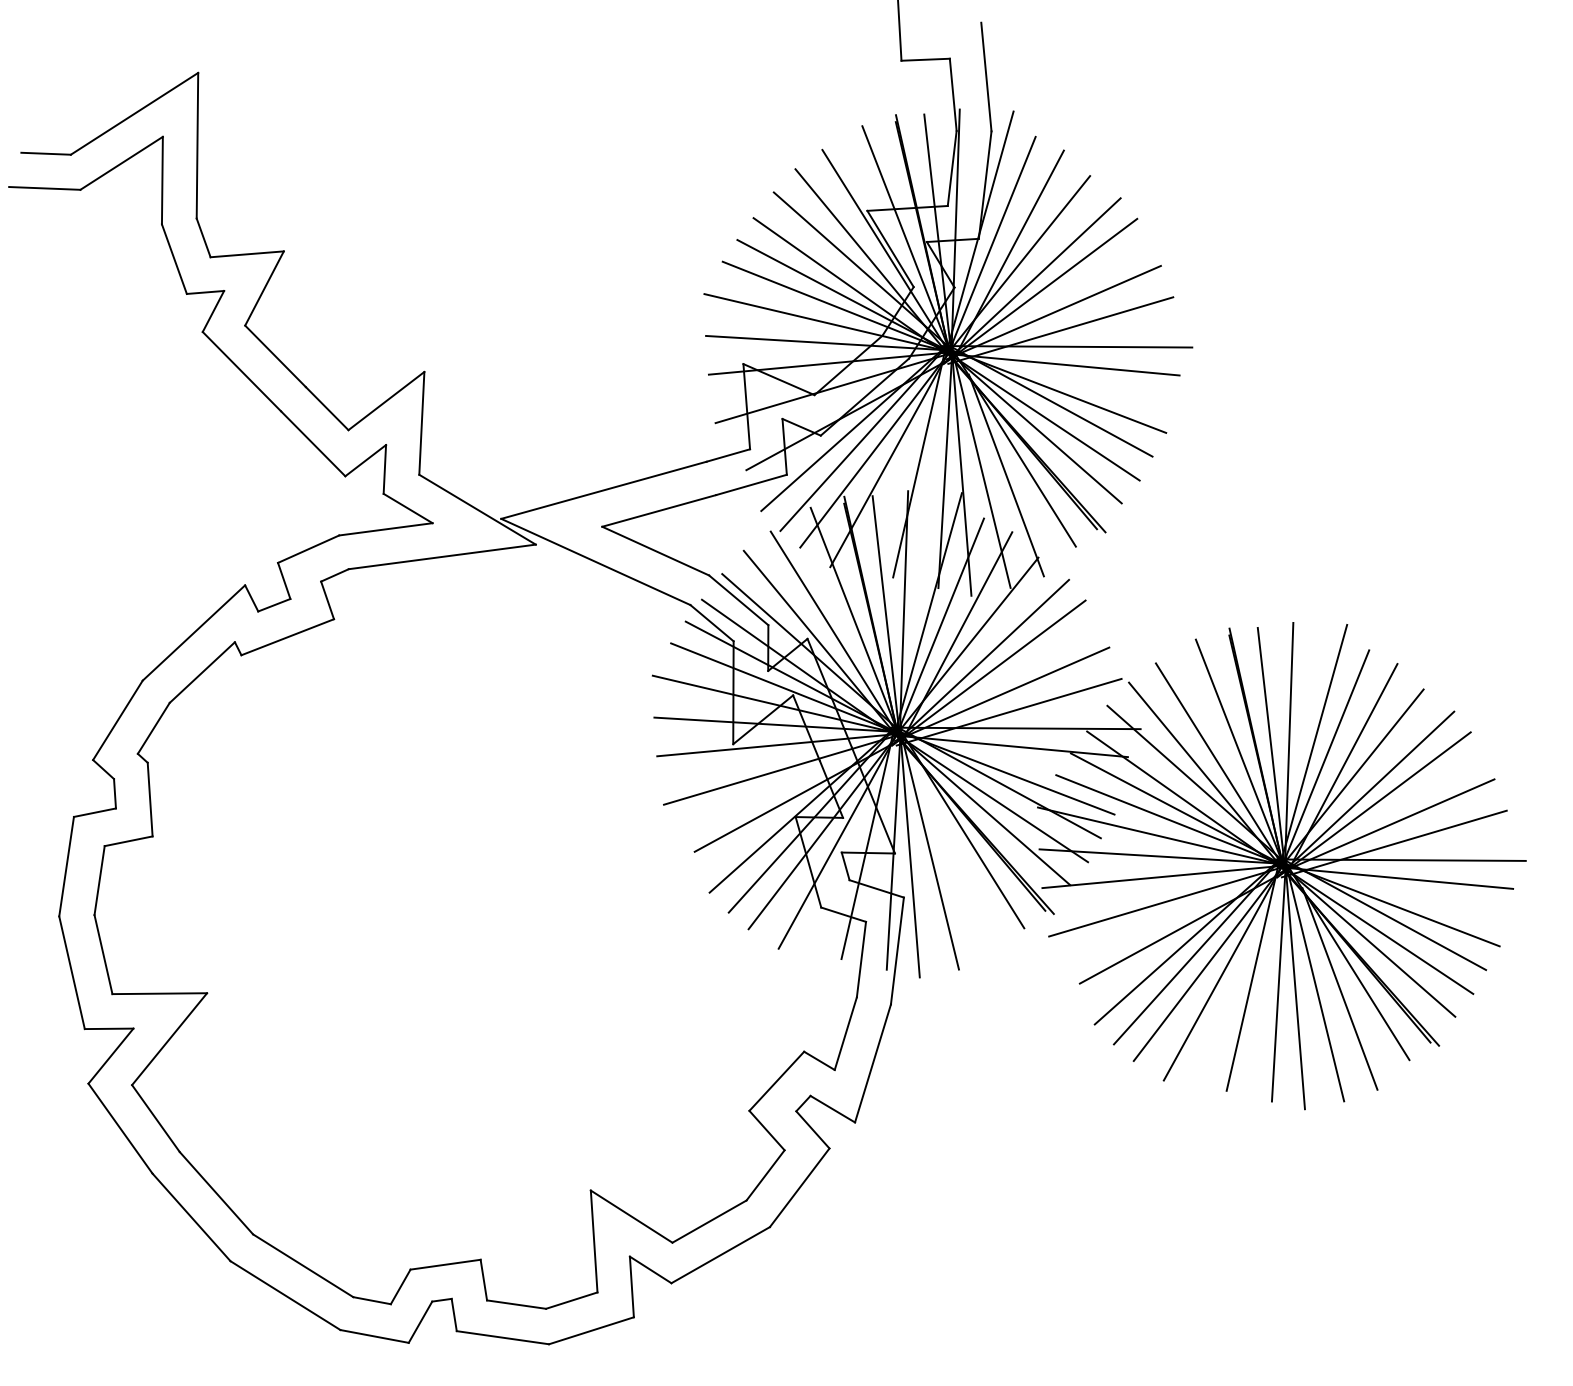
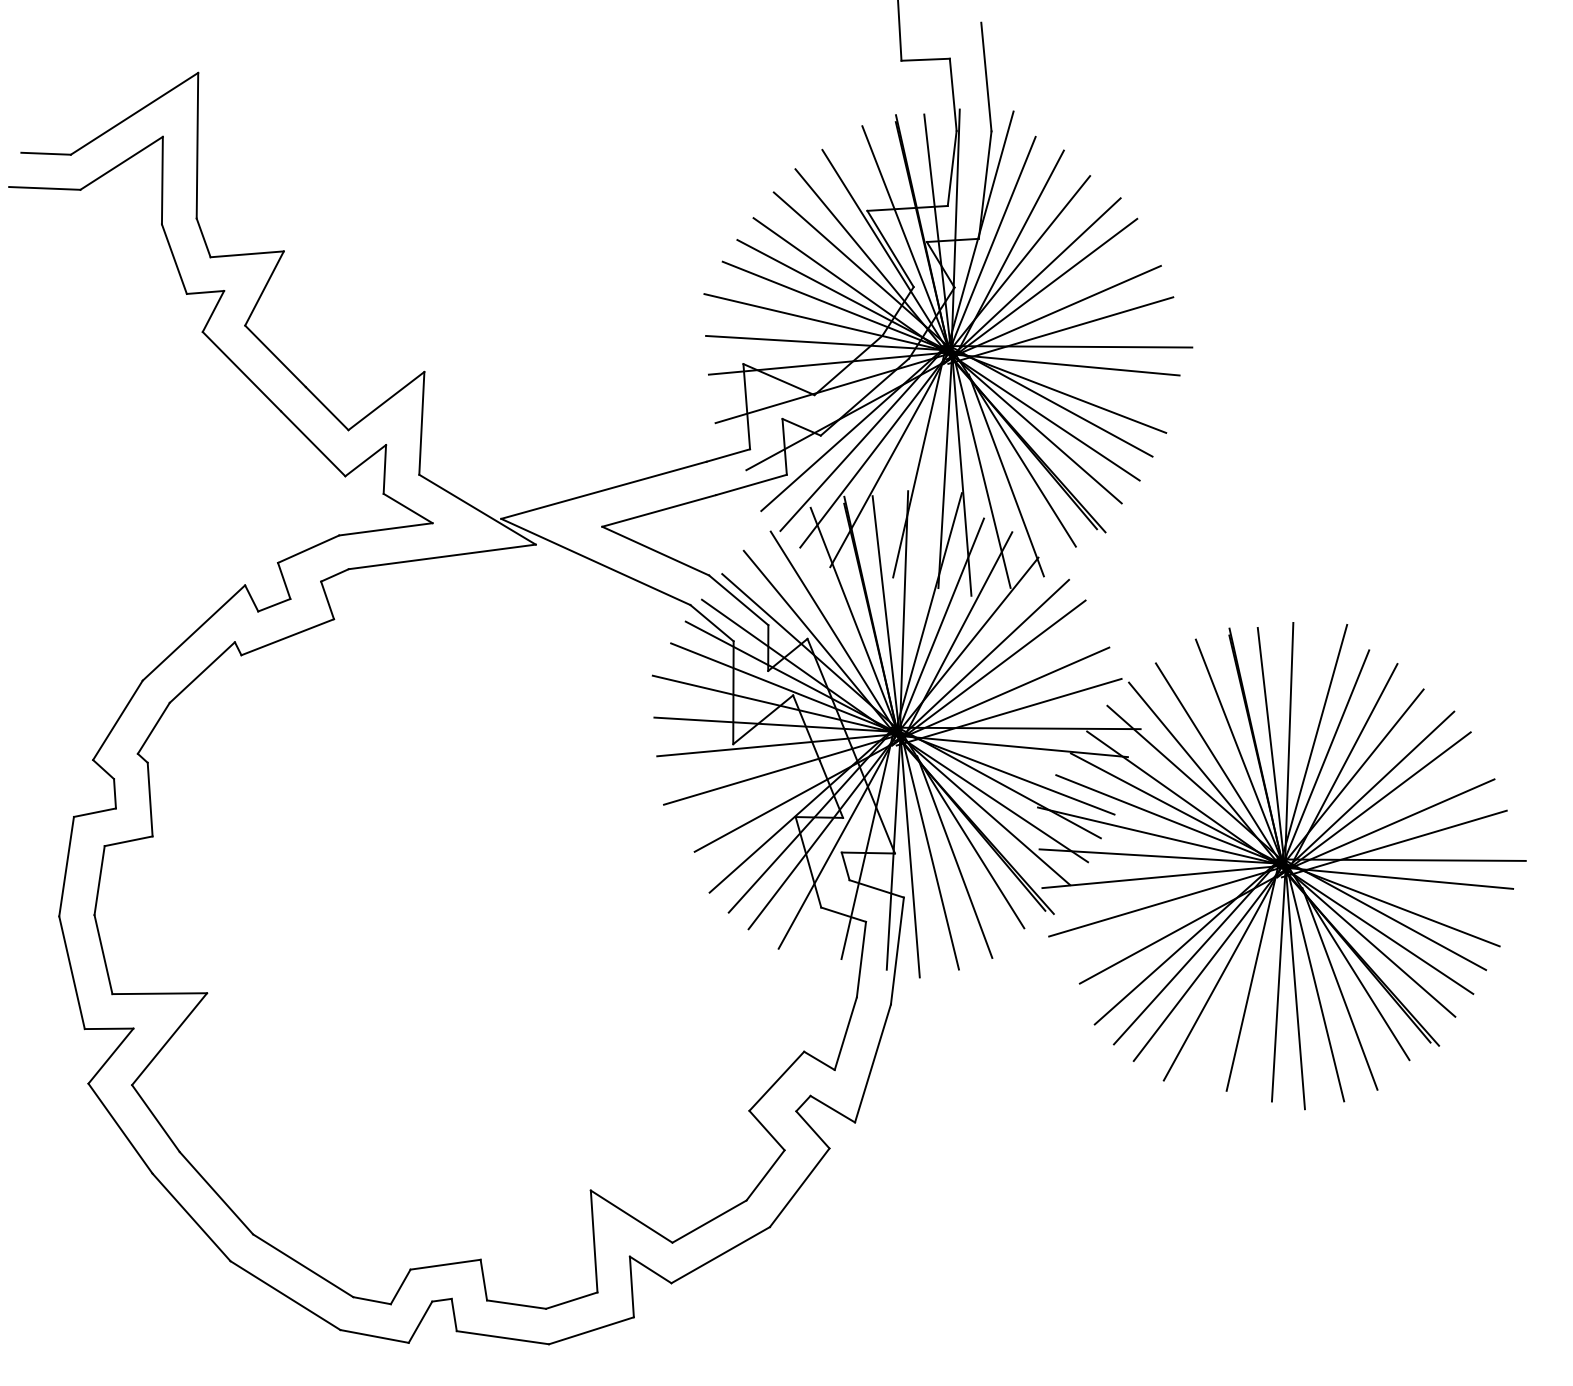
line at (954, 857): none -> present
